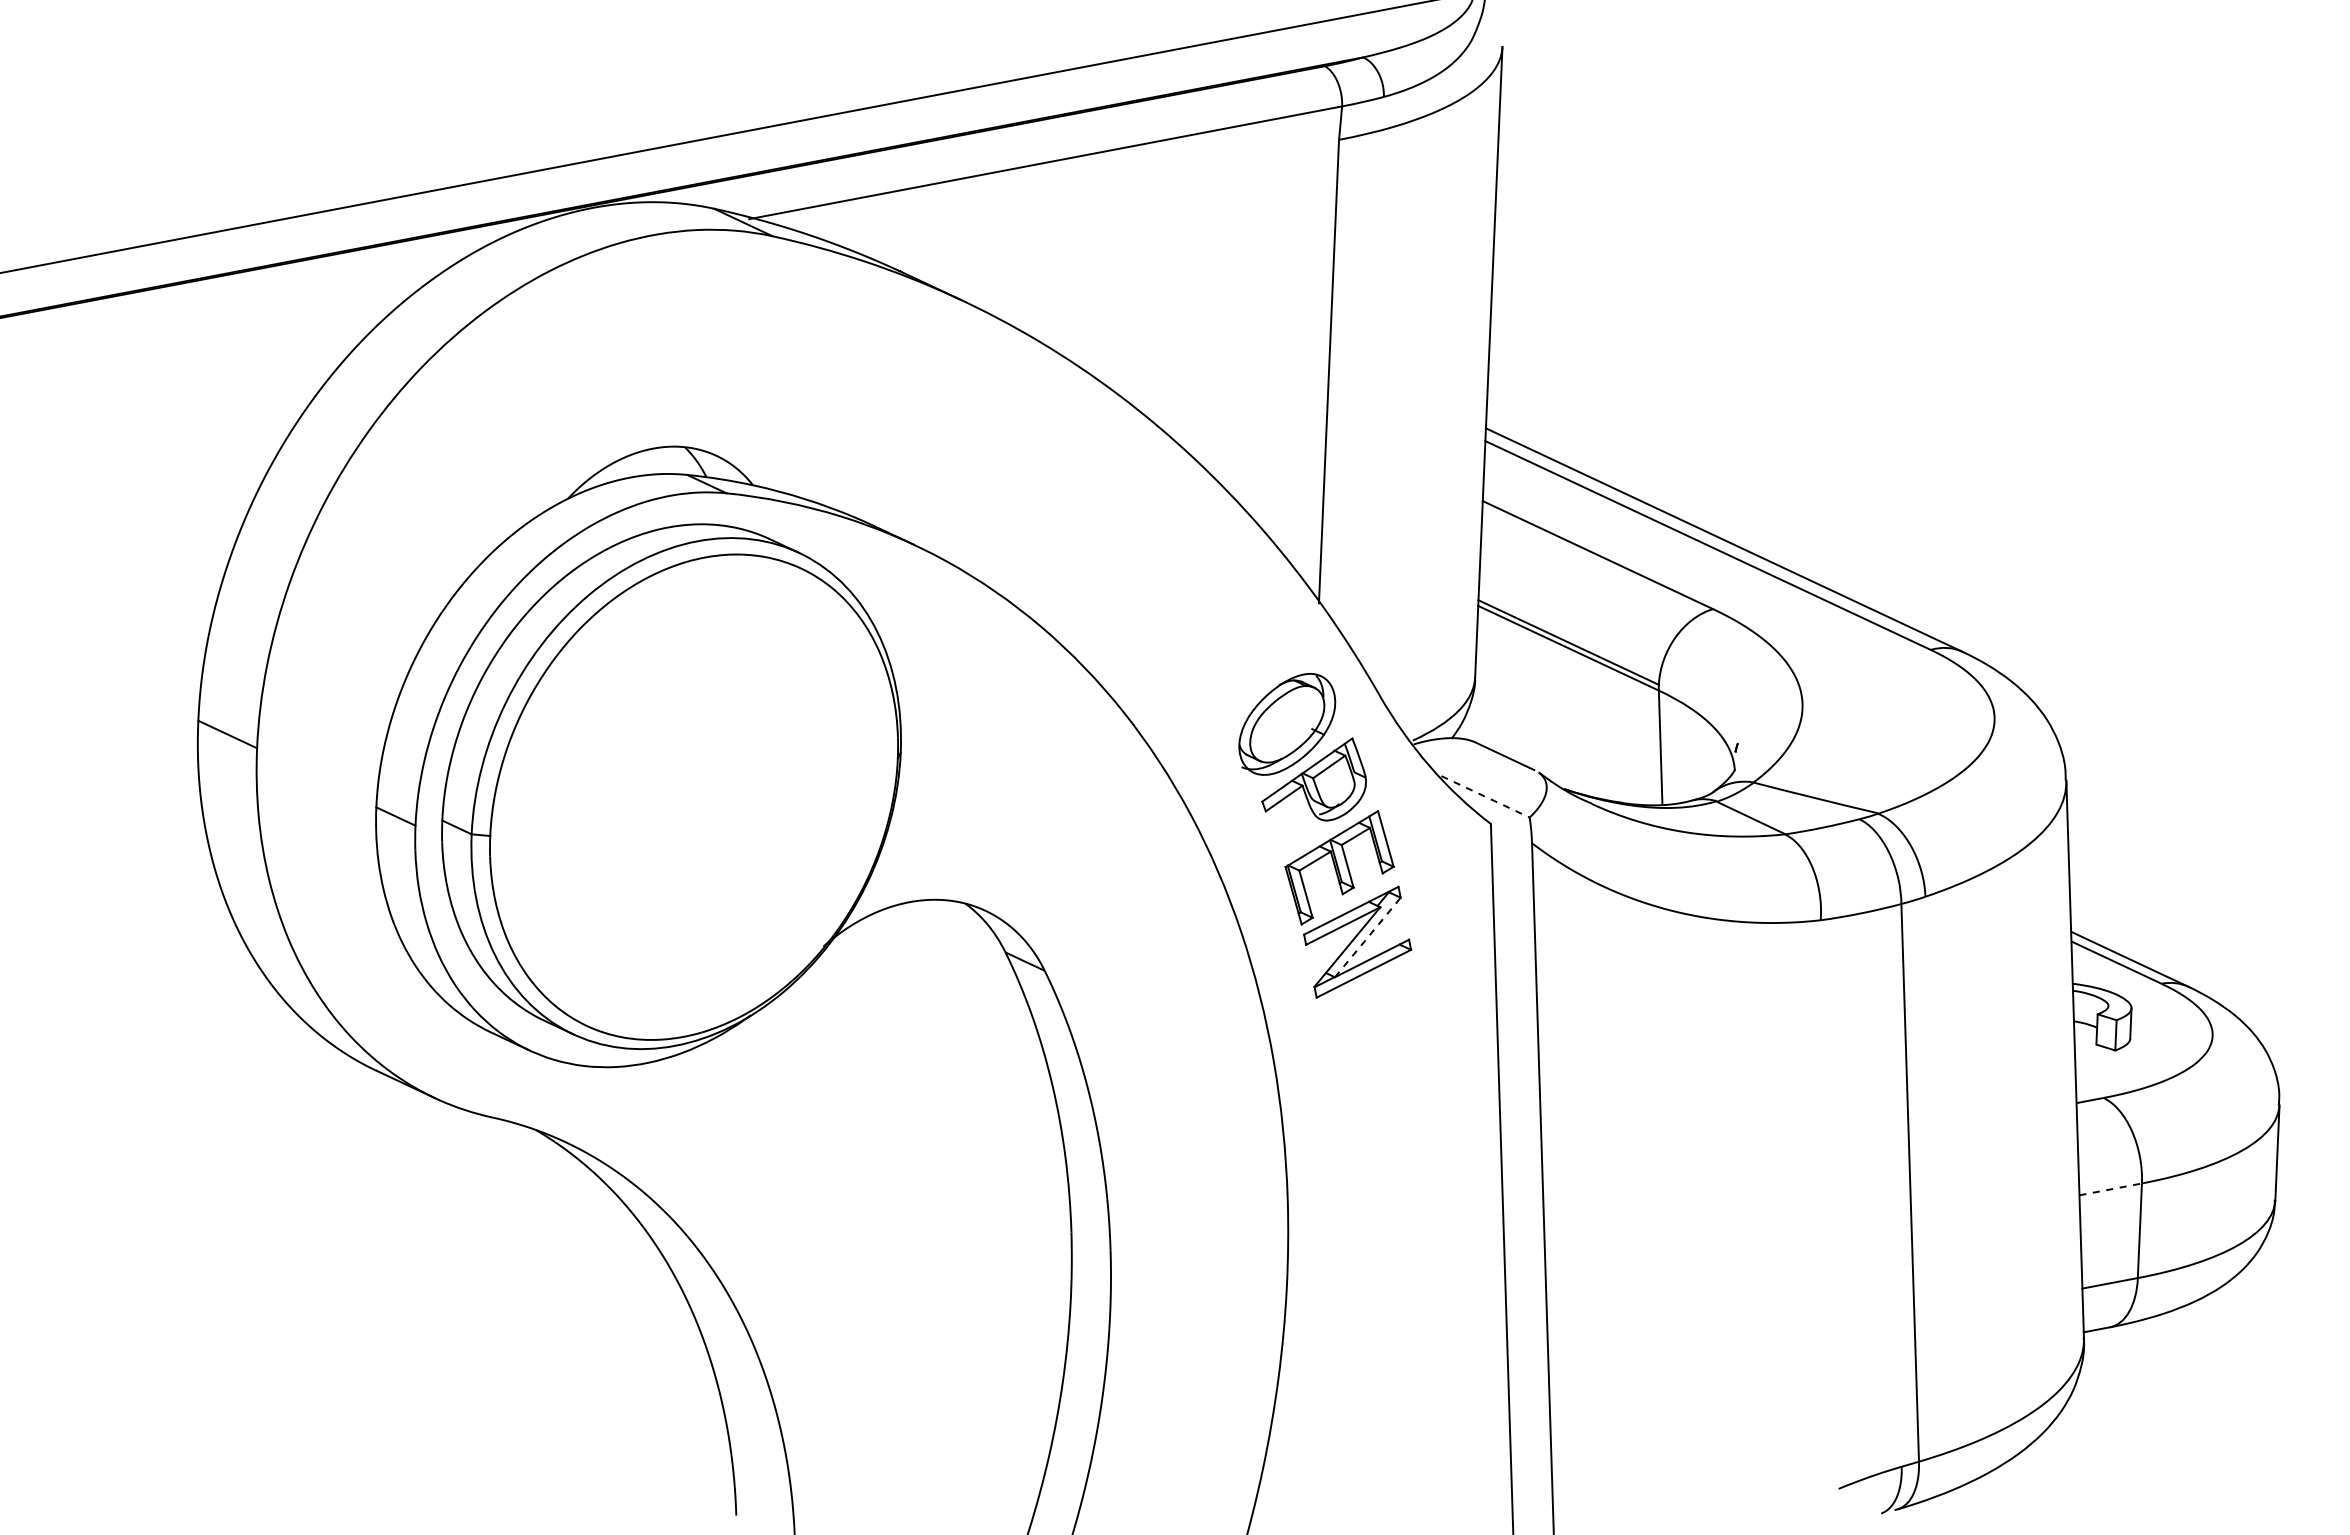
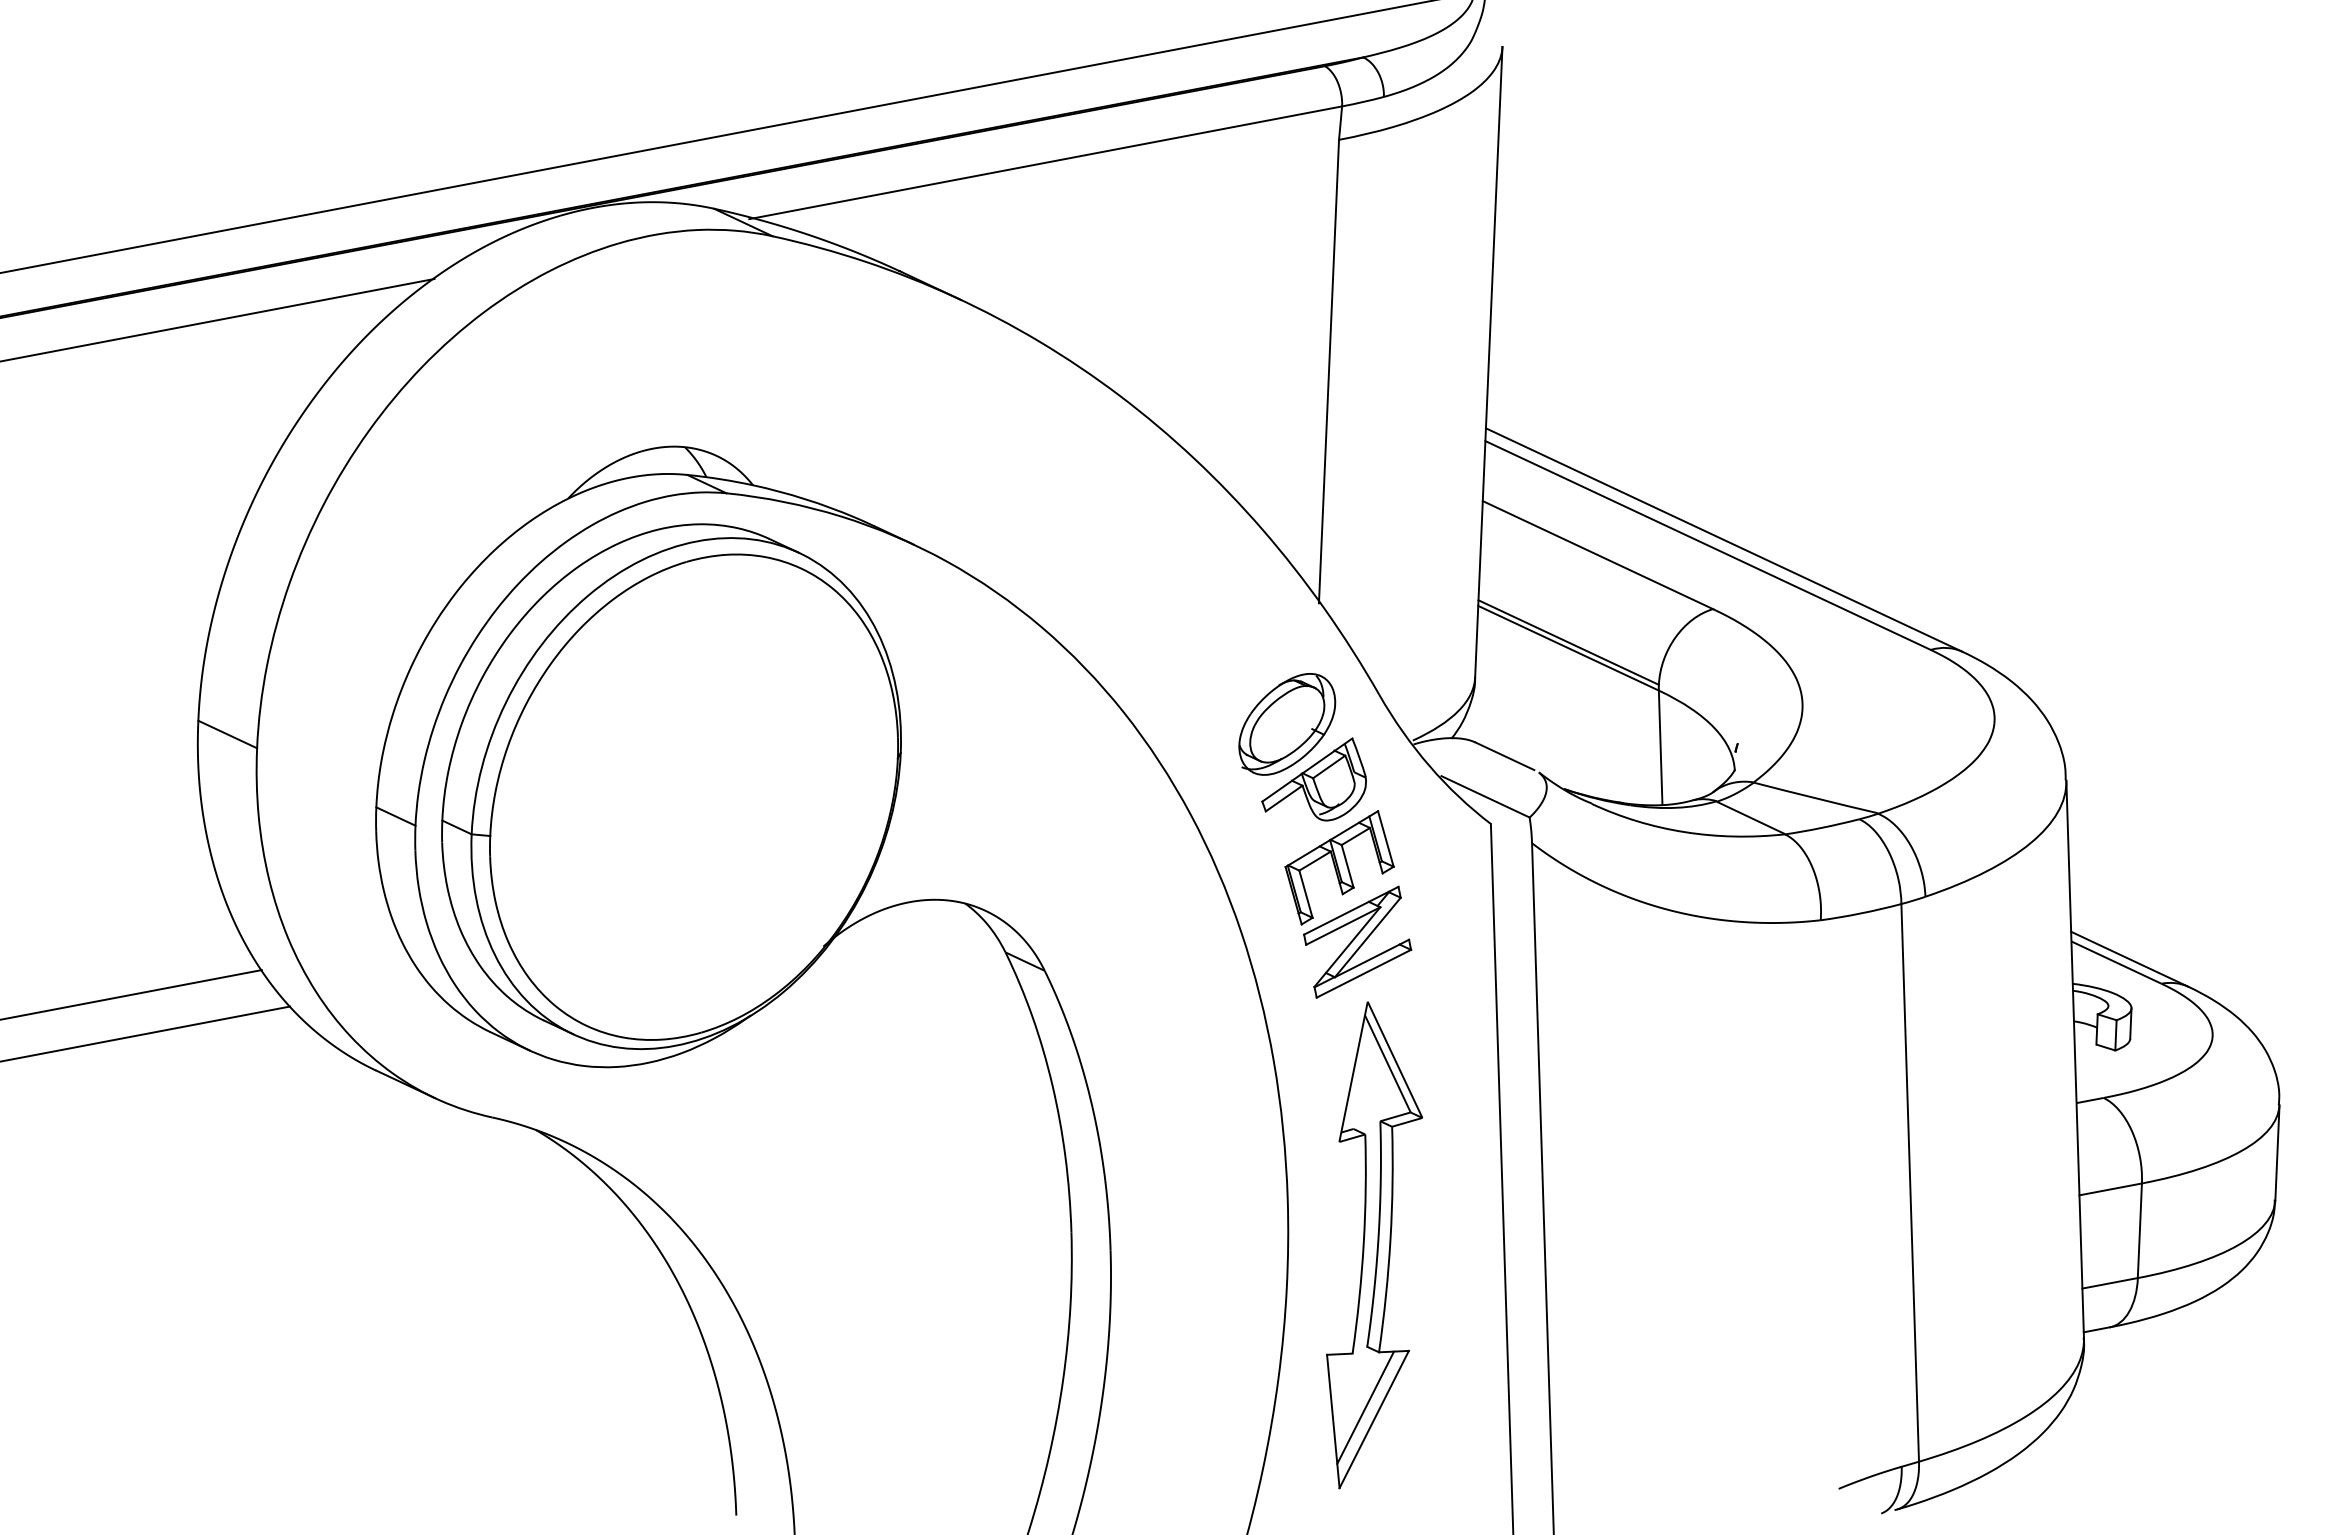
line at (218, 319): none -> present
line at (1485, 796): dashed -> solid
line at (1367, 937): dashed -> solid
line at (131, 994): none -> present
line at (146, 1033): none -> present
line at (2110, 1189): dashed -> solid
part at (1374, 1245): none -> present
